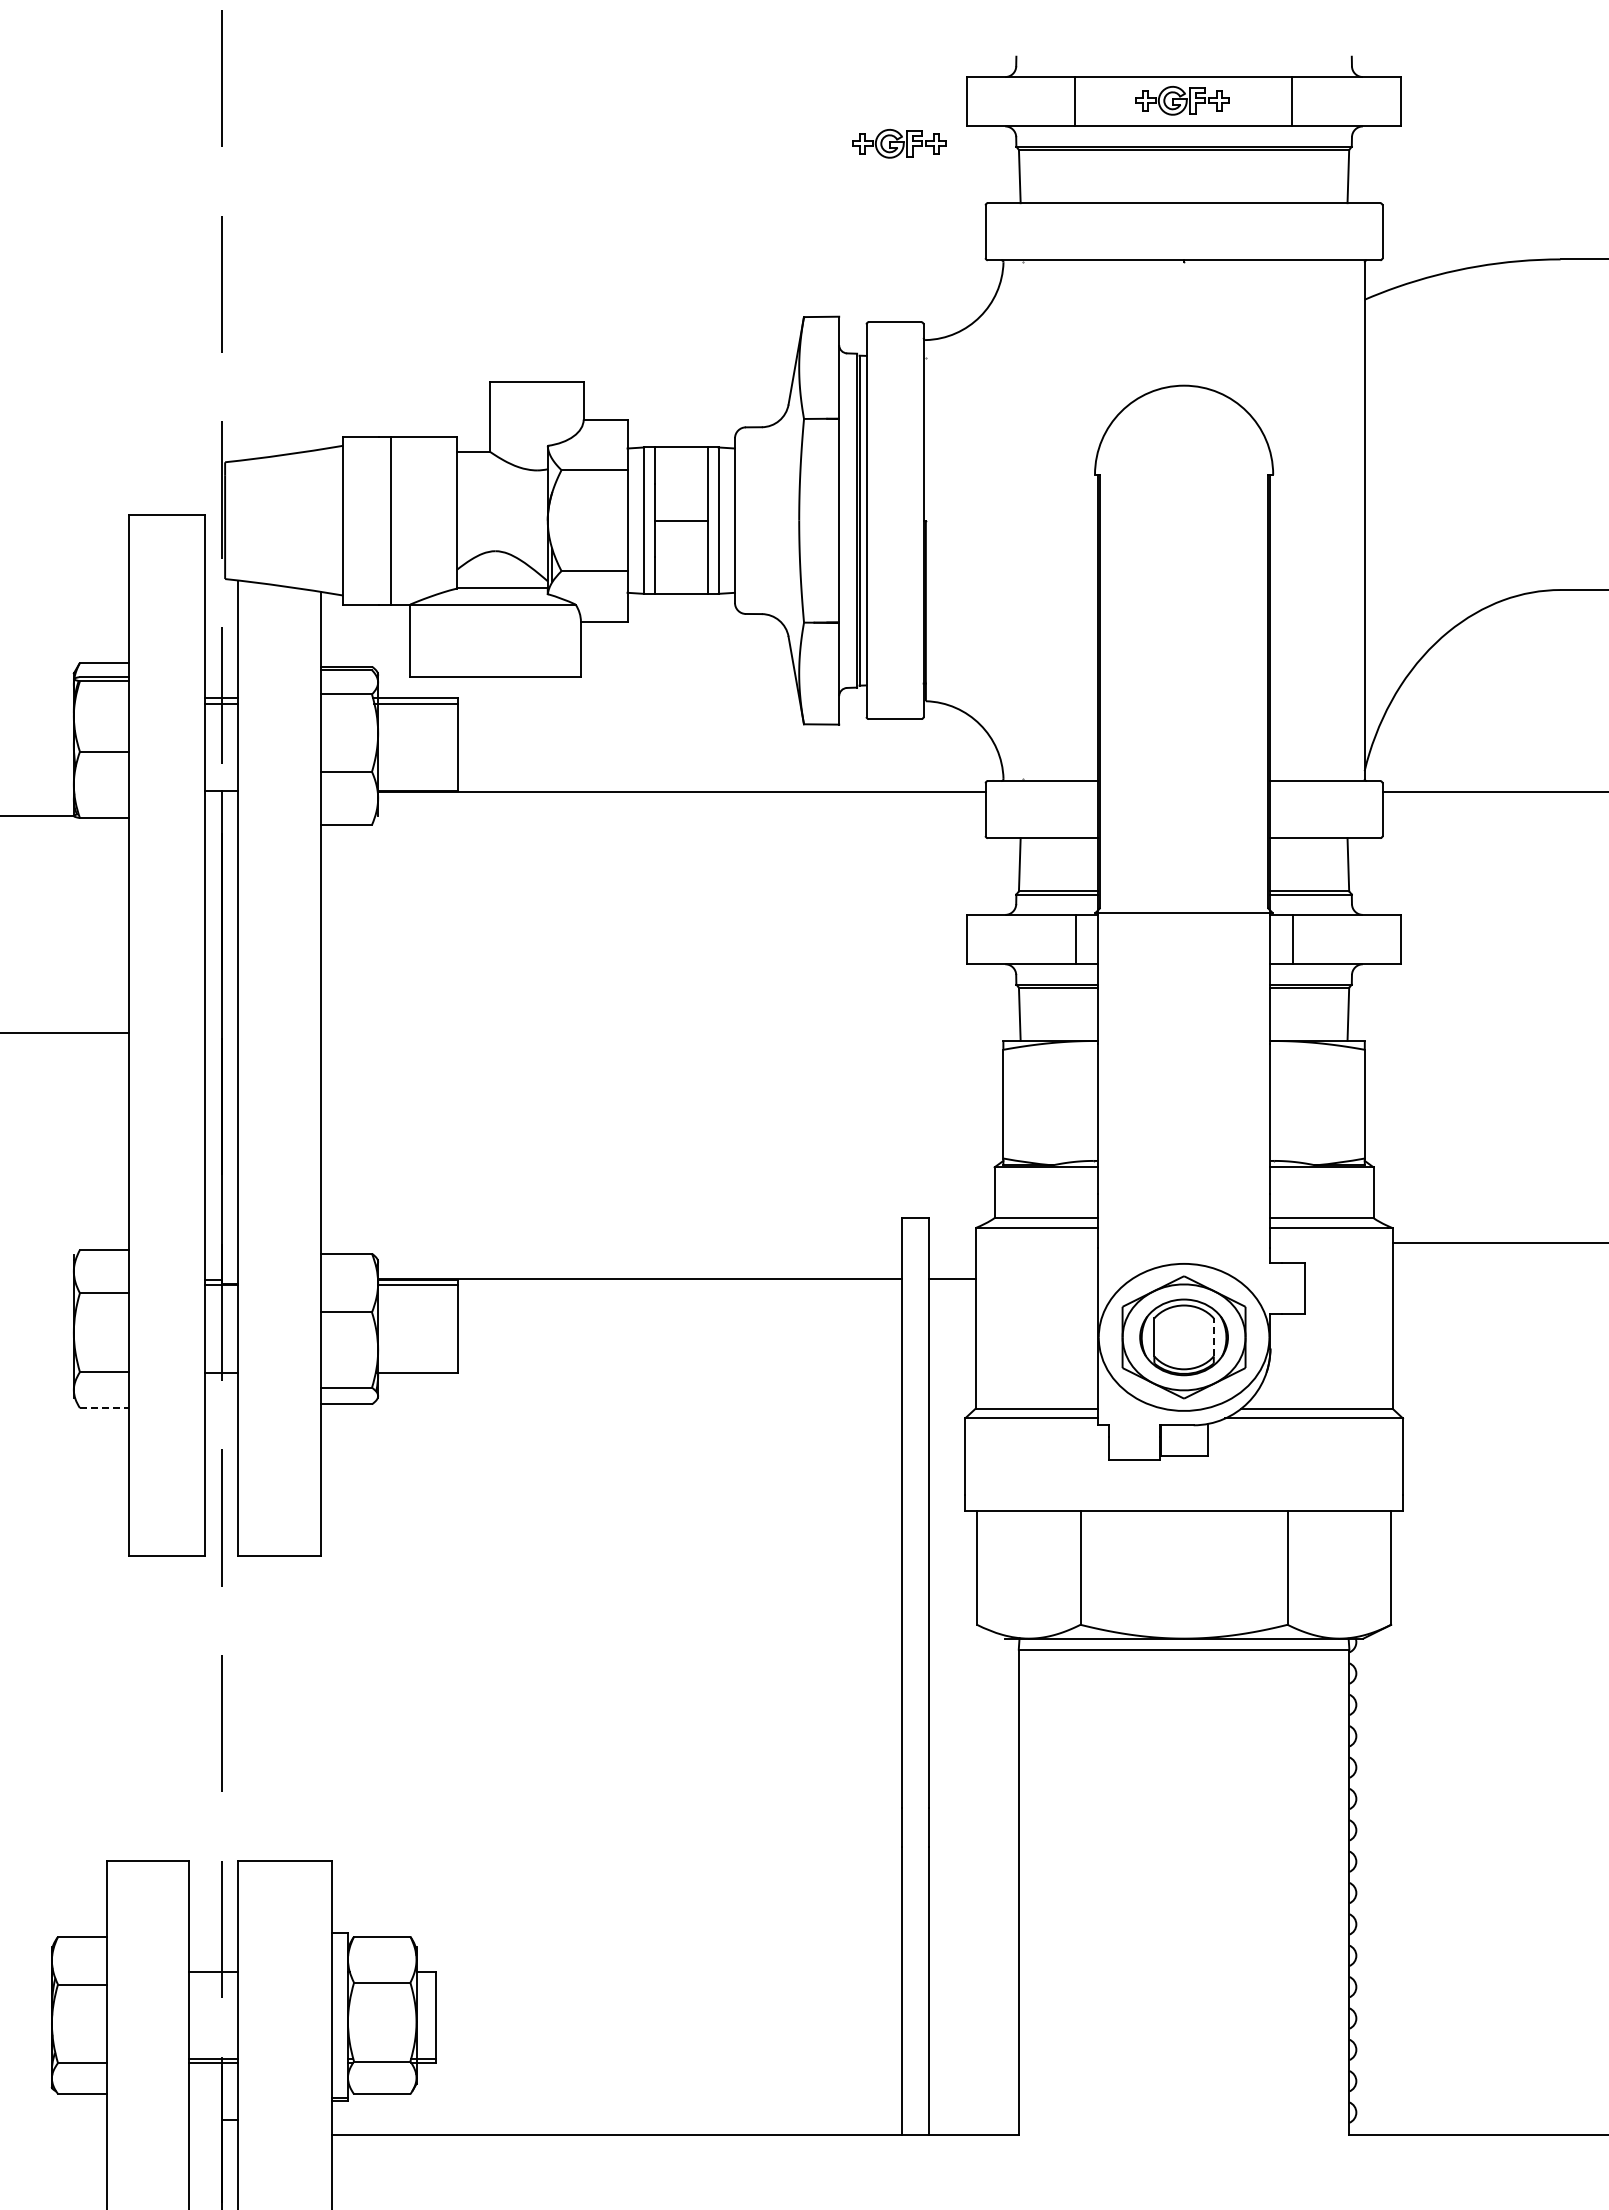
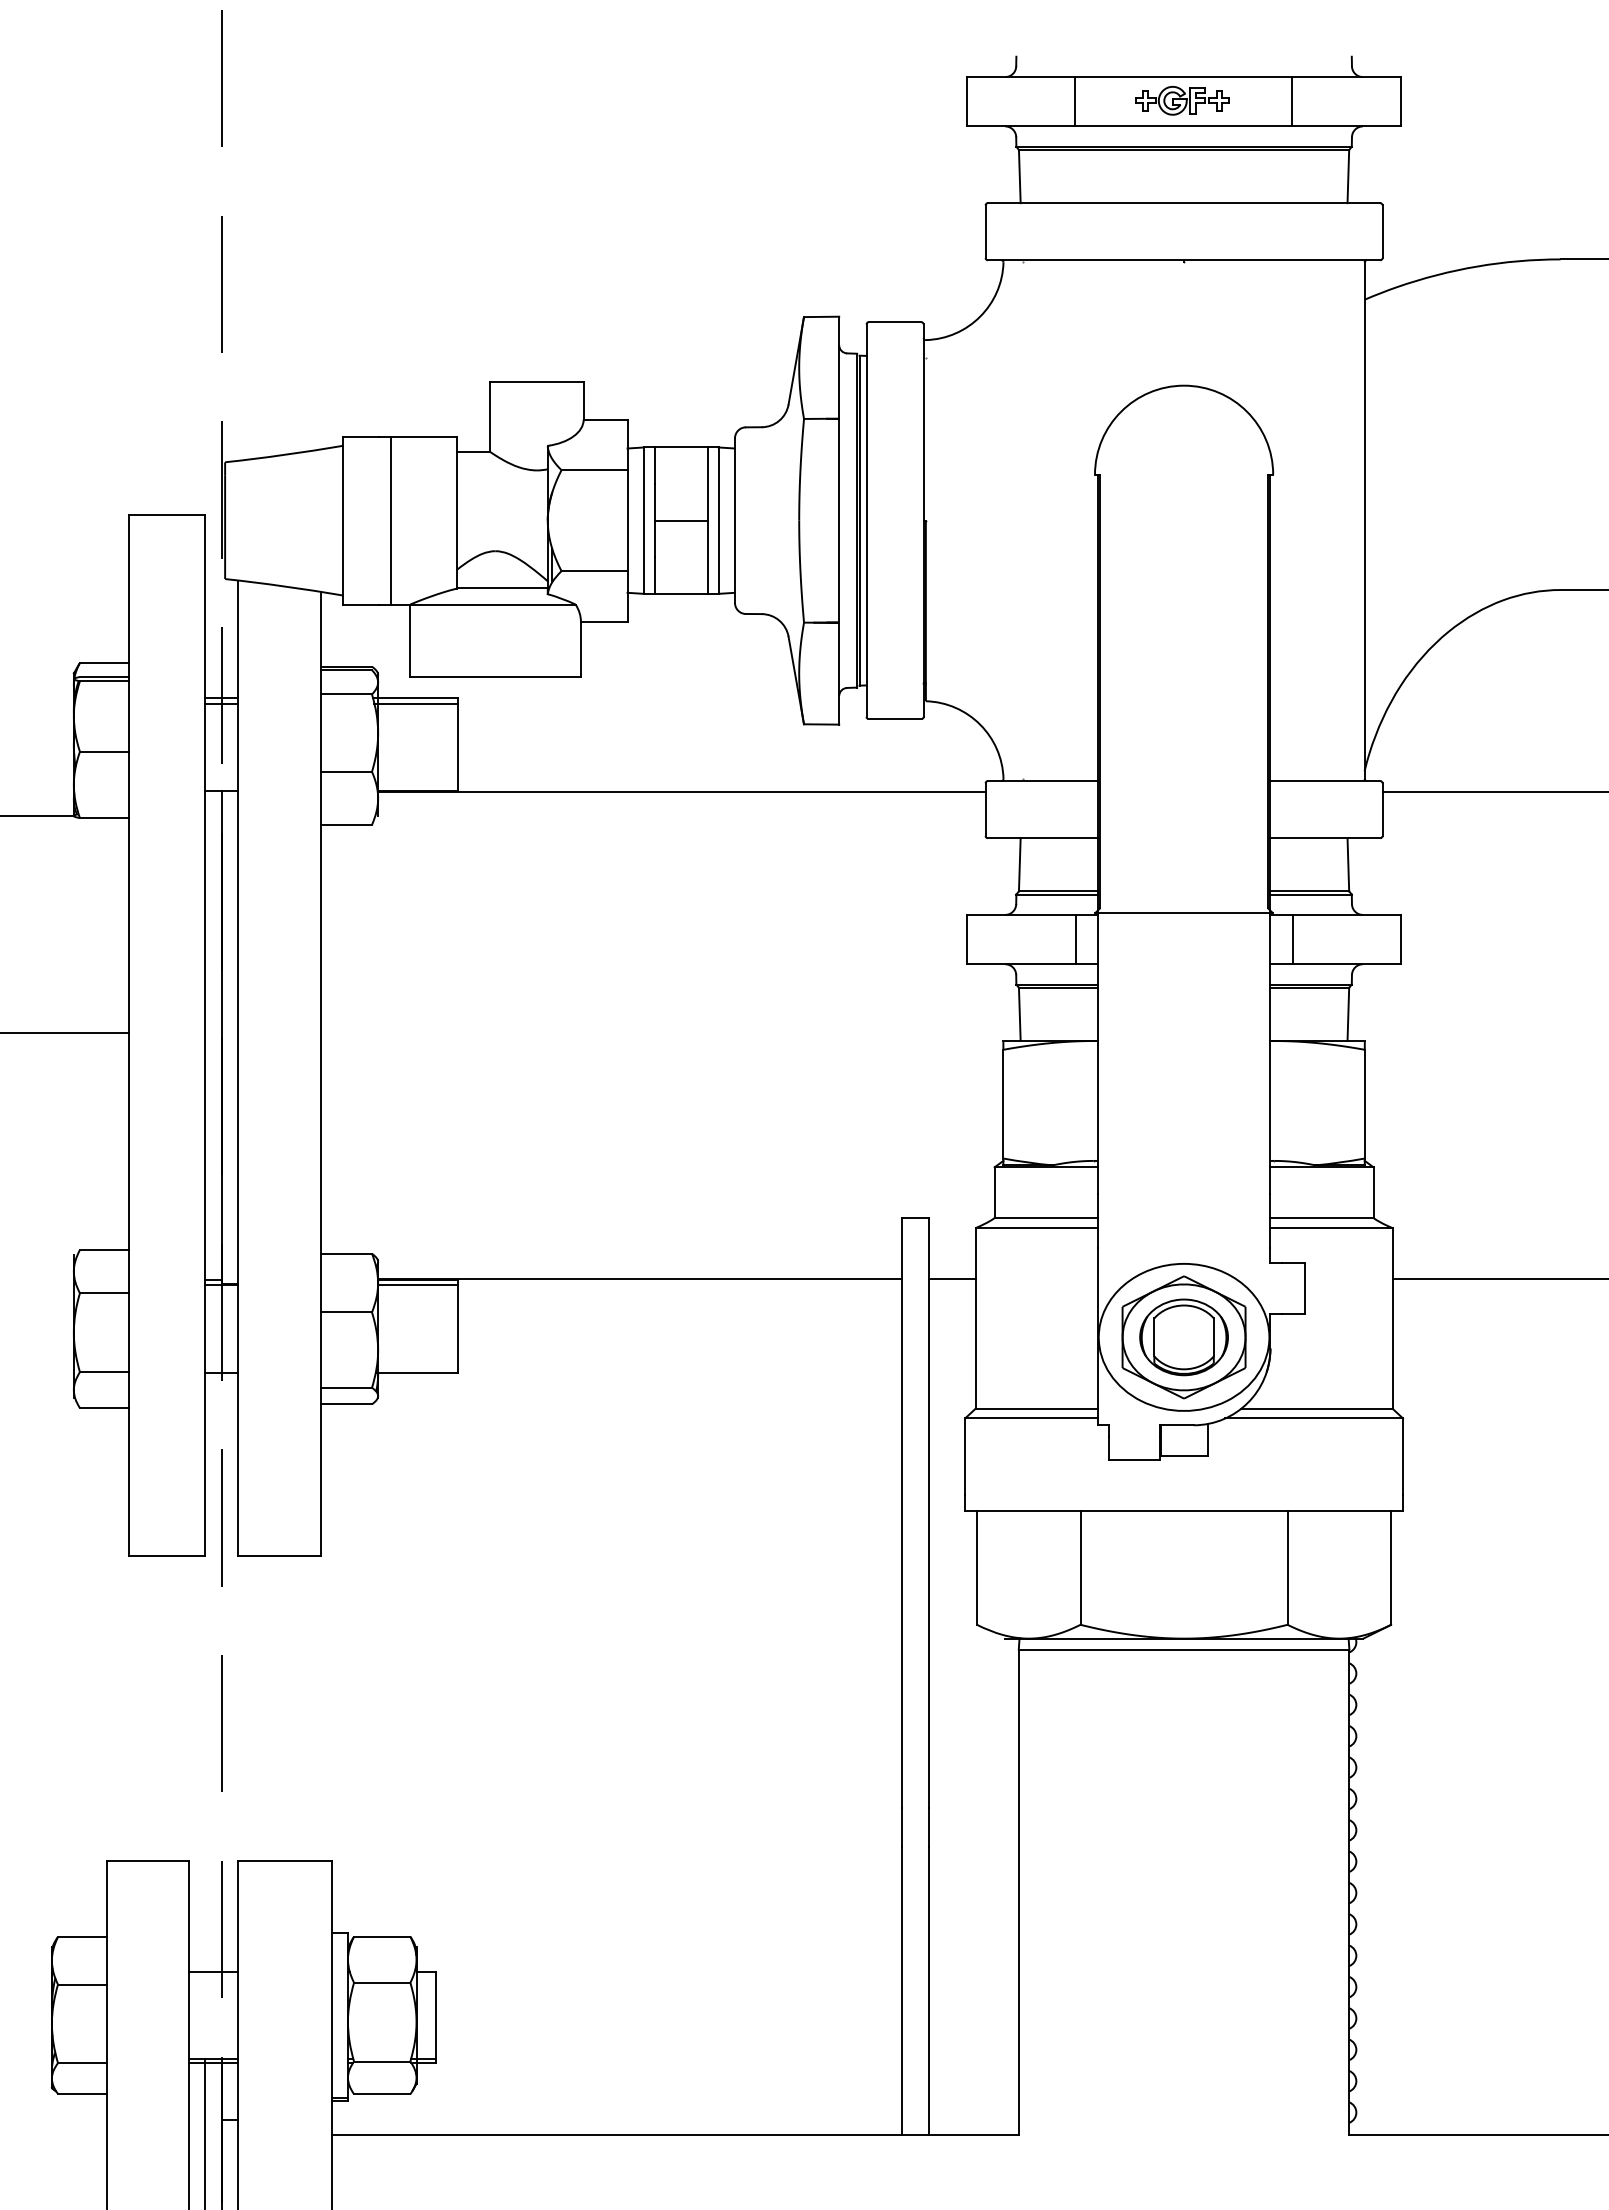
part at (899, 143): present -> none
line at (1498, 1243) position: (1498, 1243) -> (1498, 1279)
line at (1213, 1337): dashed -> solid
line at (104, 1408): dashed -> solid
line at (205, 2132): none -> present
